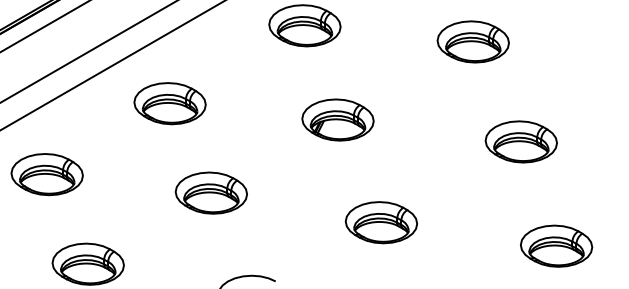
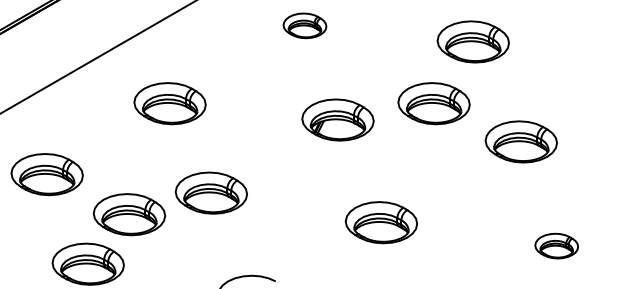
part at (304, 25) size: 74x44 px -> 46x28 px
line at (44, 26): present -> none
line at (88, 51) position: (88, 51) -> (97, 57)
line at (111, 65): present -> none
part at (433, 103): none -> present
part at (128, 214): none -> present
part at (556, 245) size: 74x44 px -> 45x28 px
